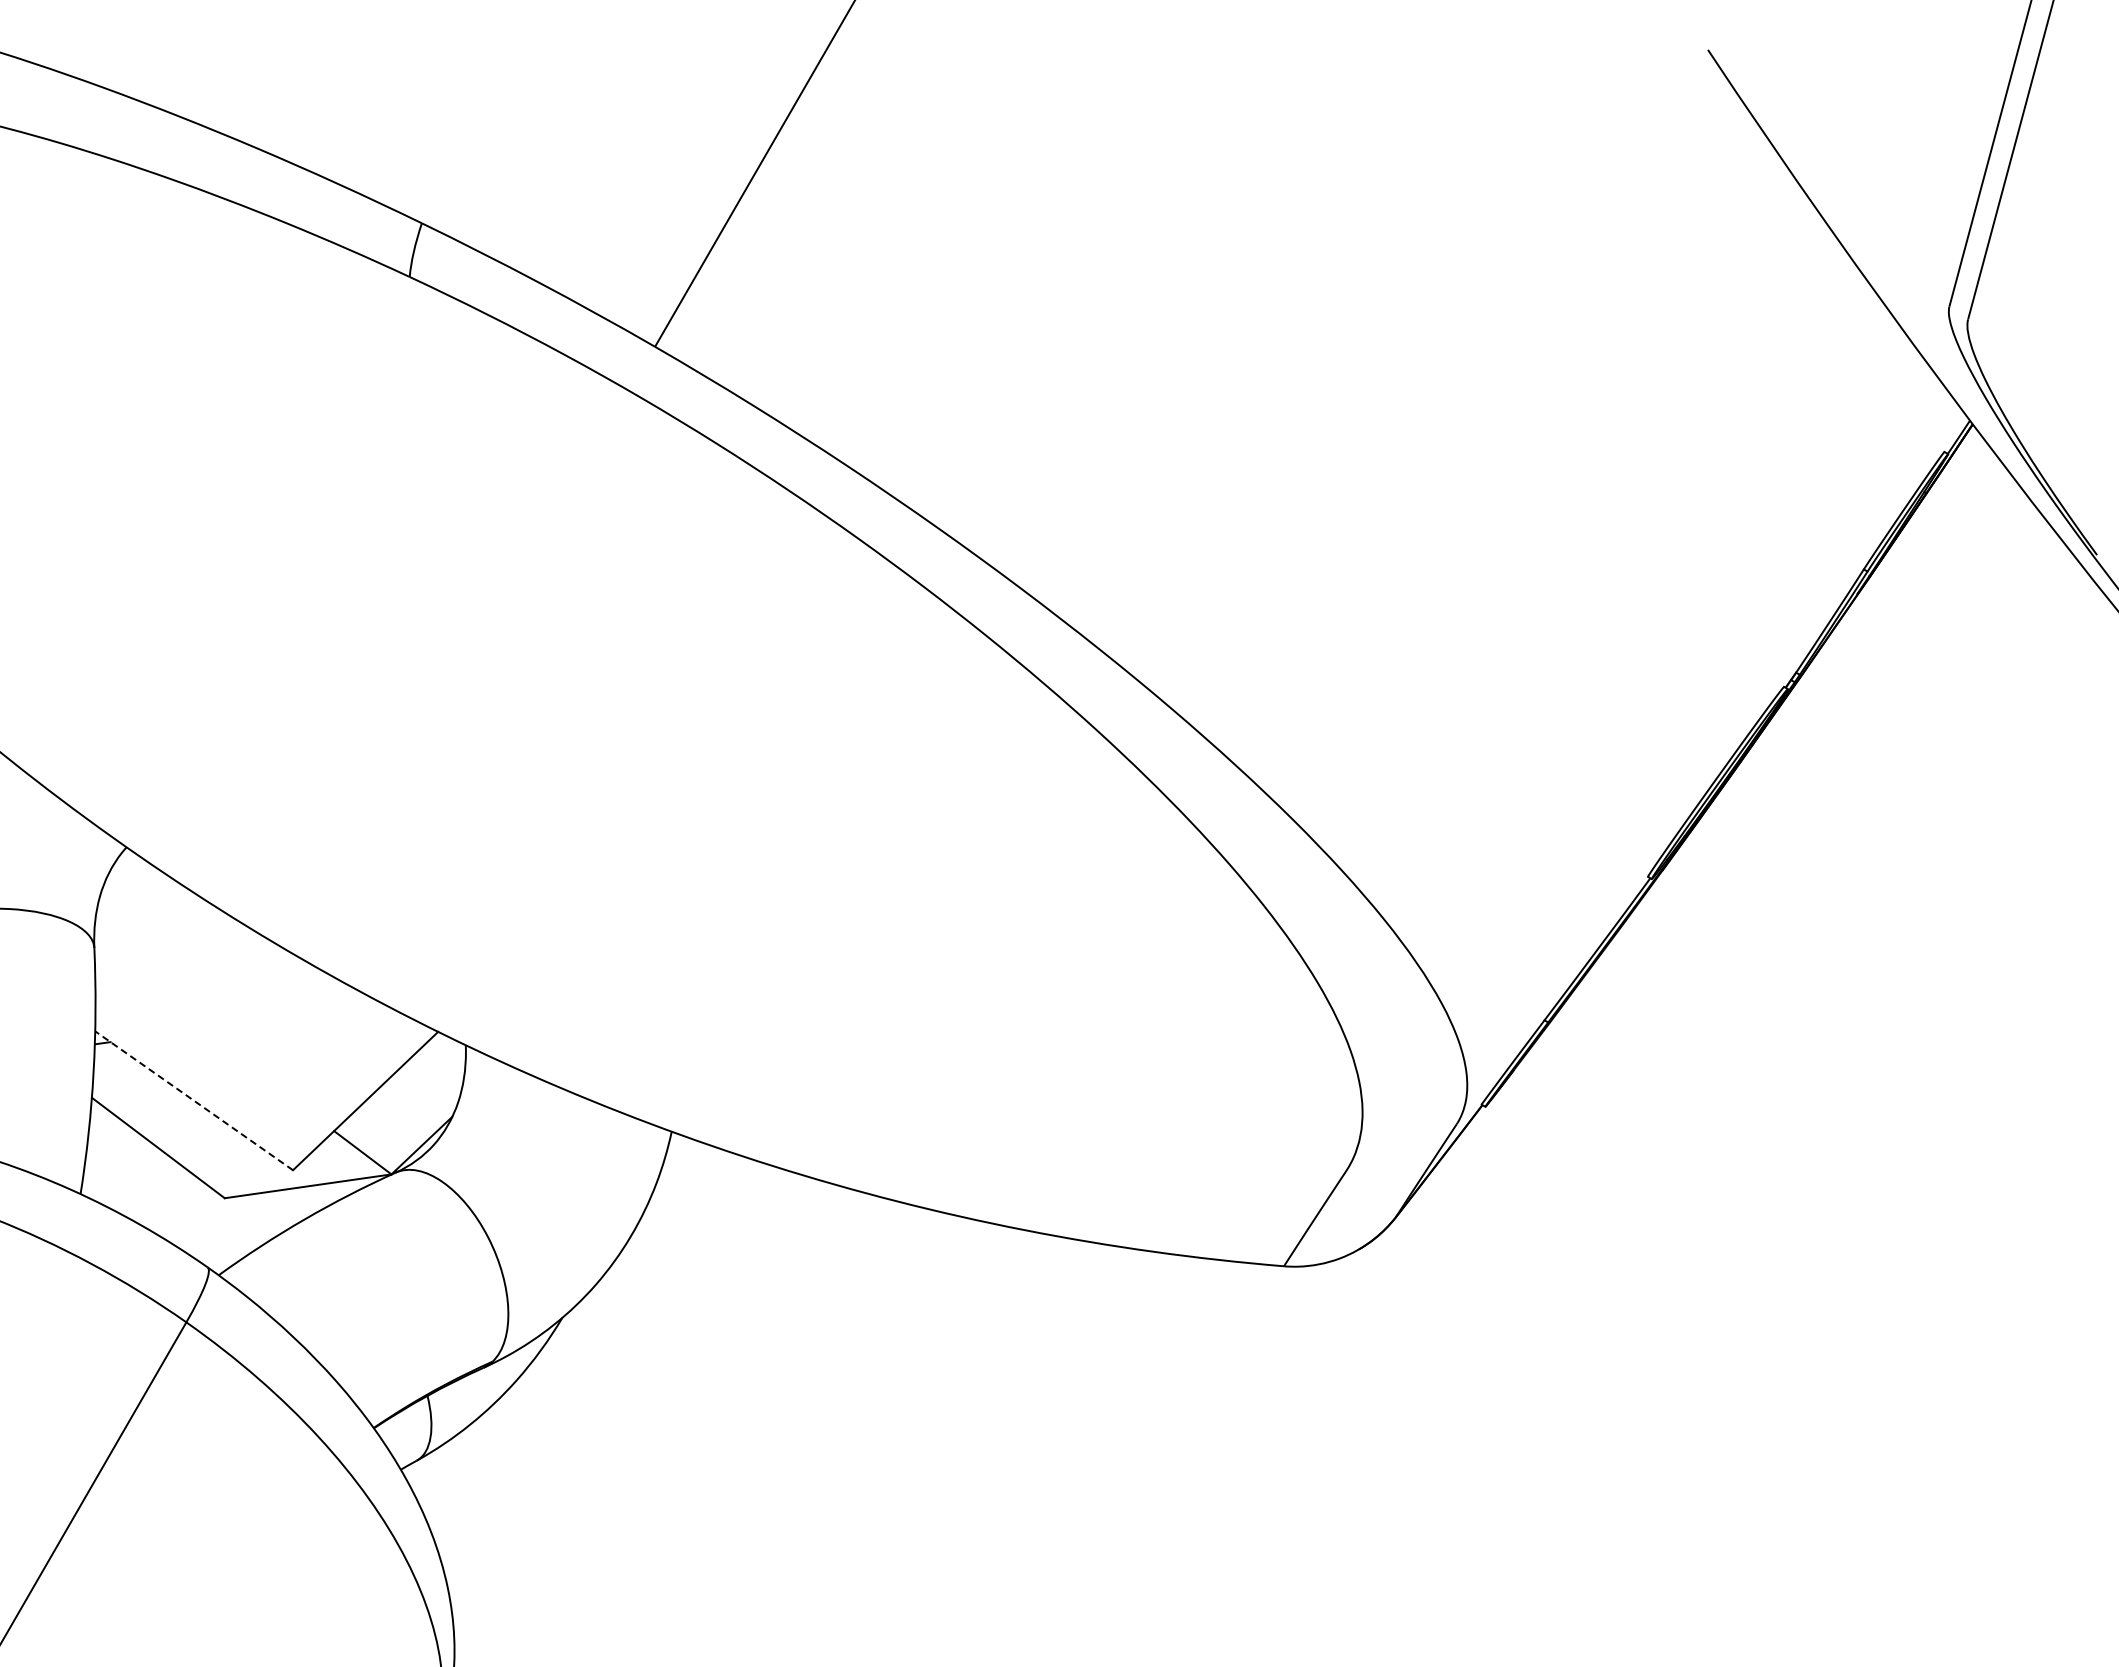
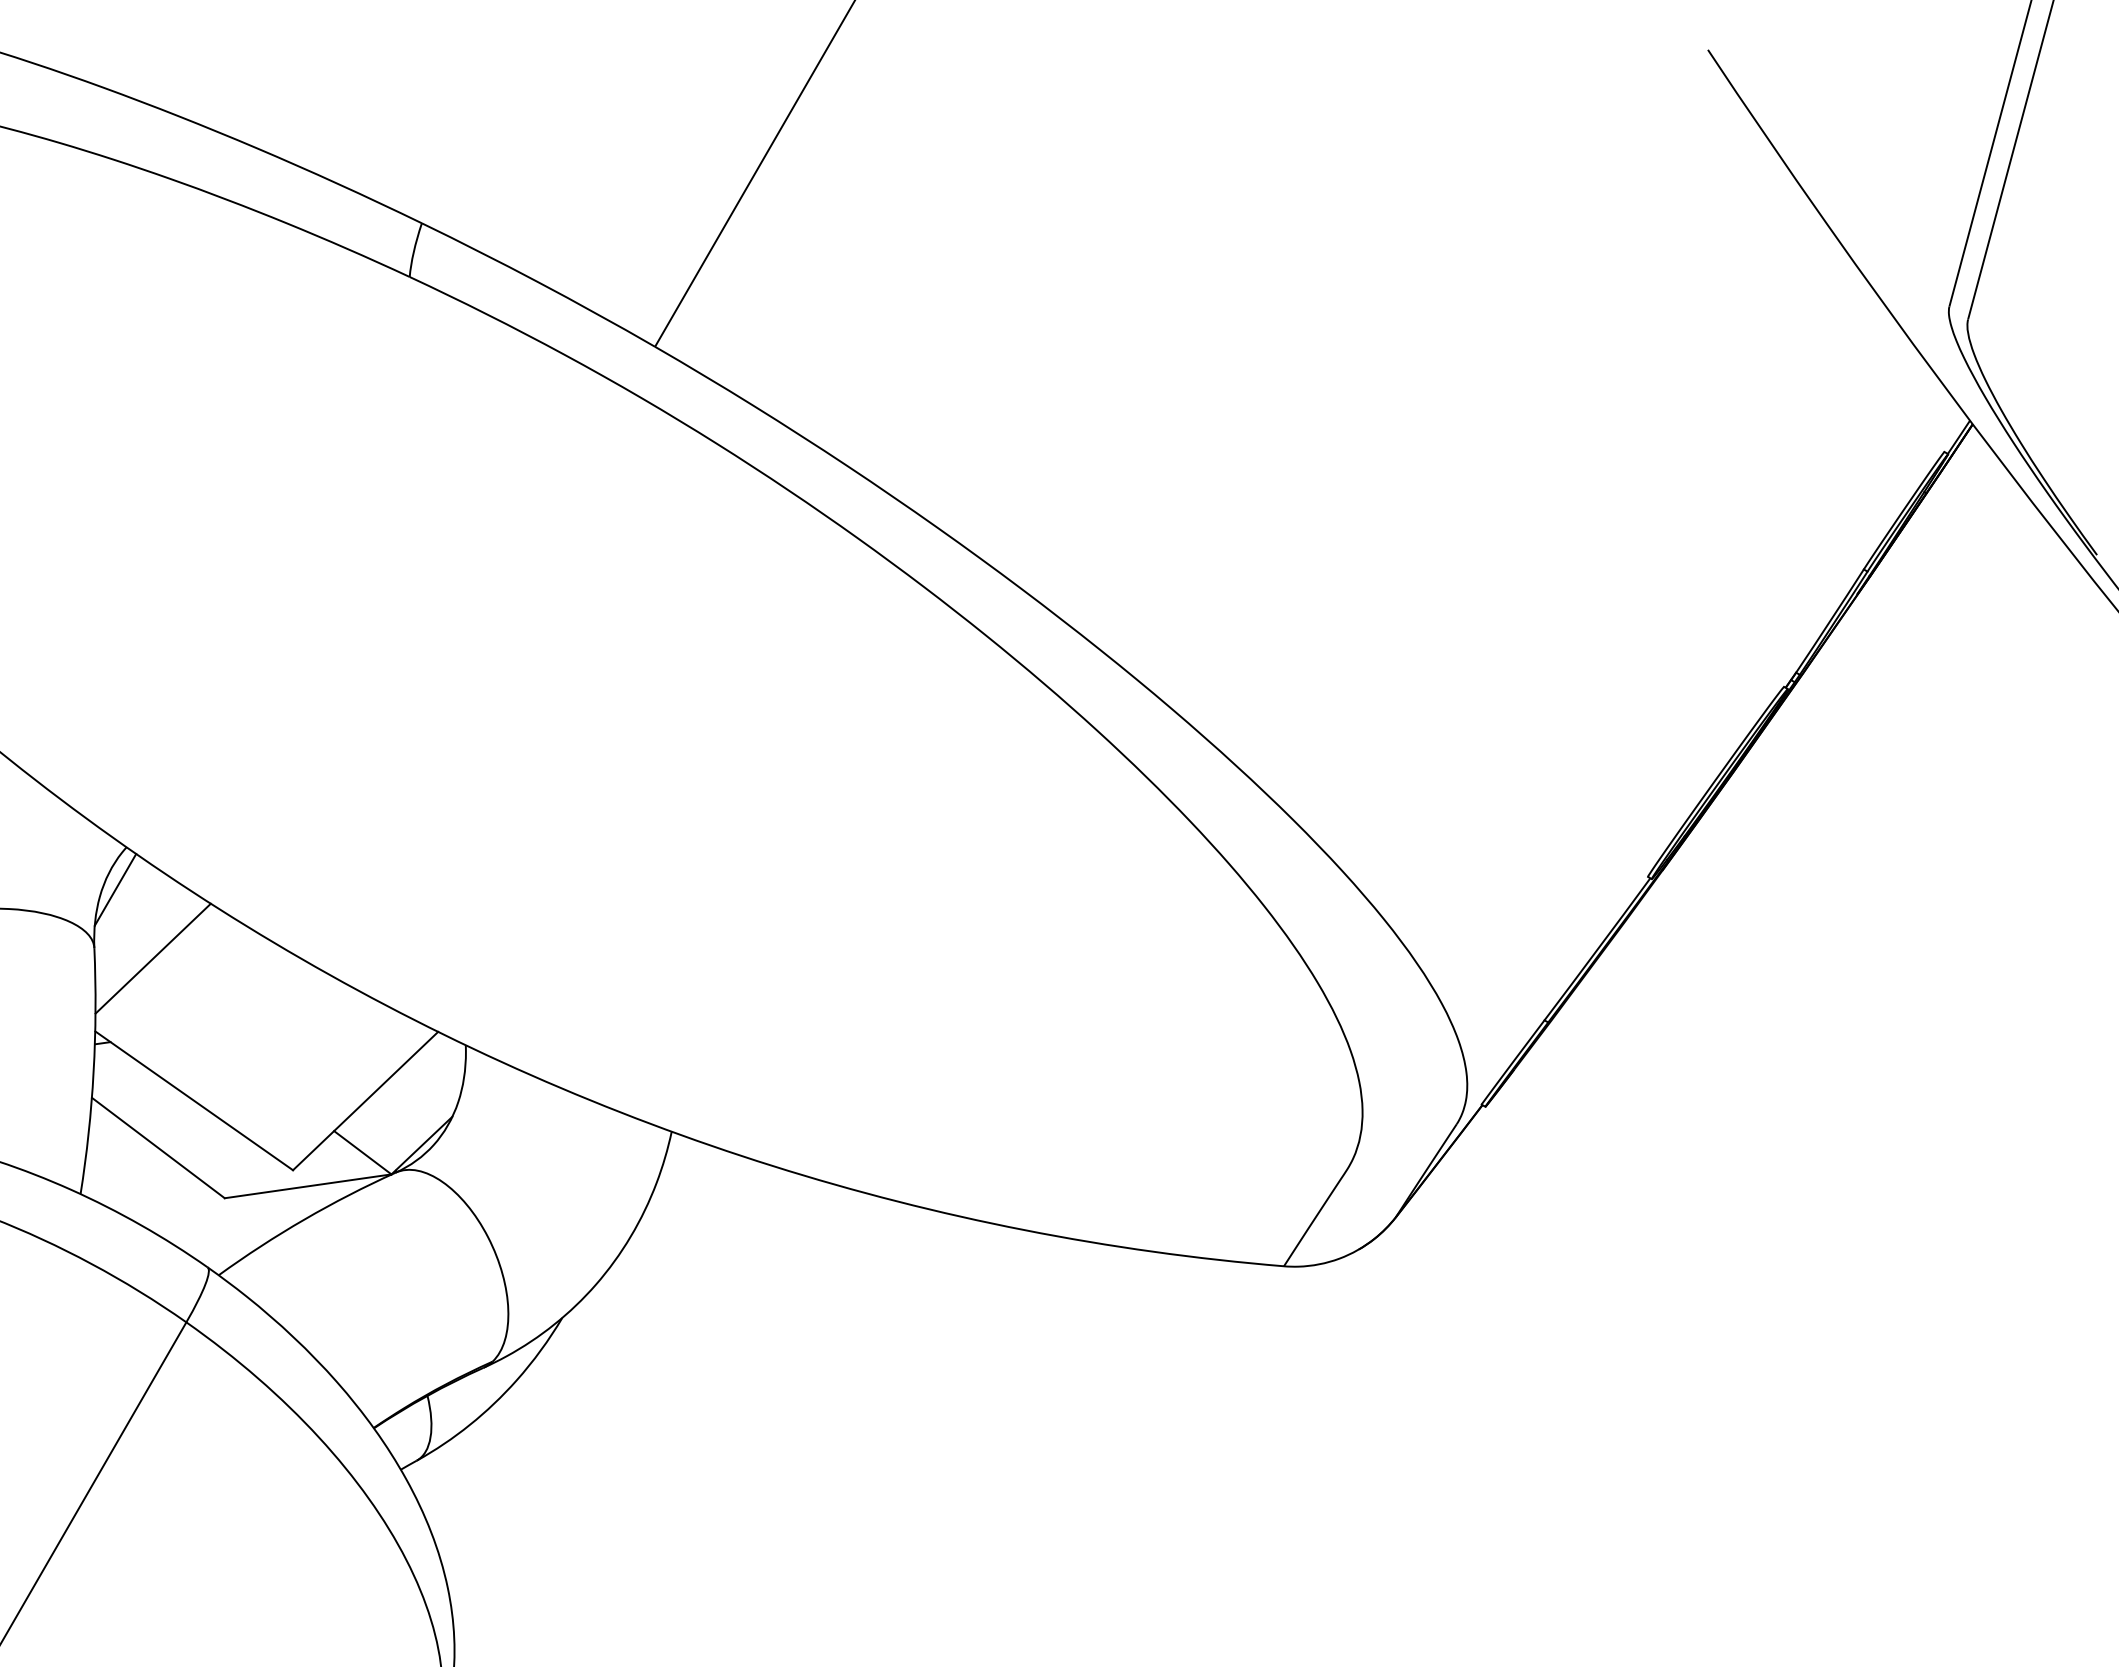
line at (115, 889): none -> present
line at (152, 958): none -> present
line at (194, 1100): dashed -> solid
